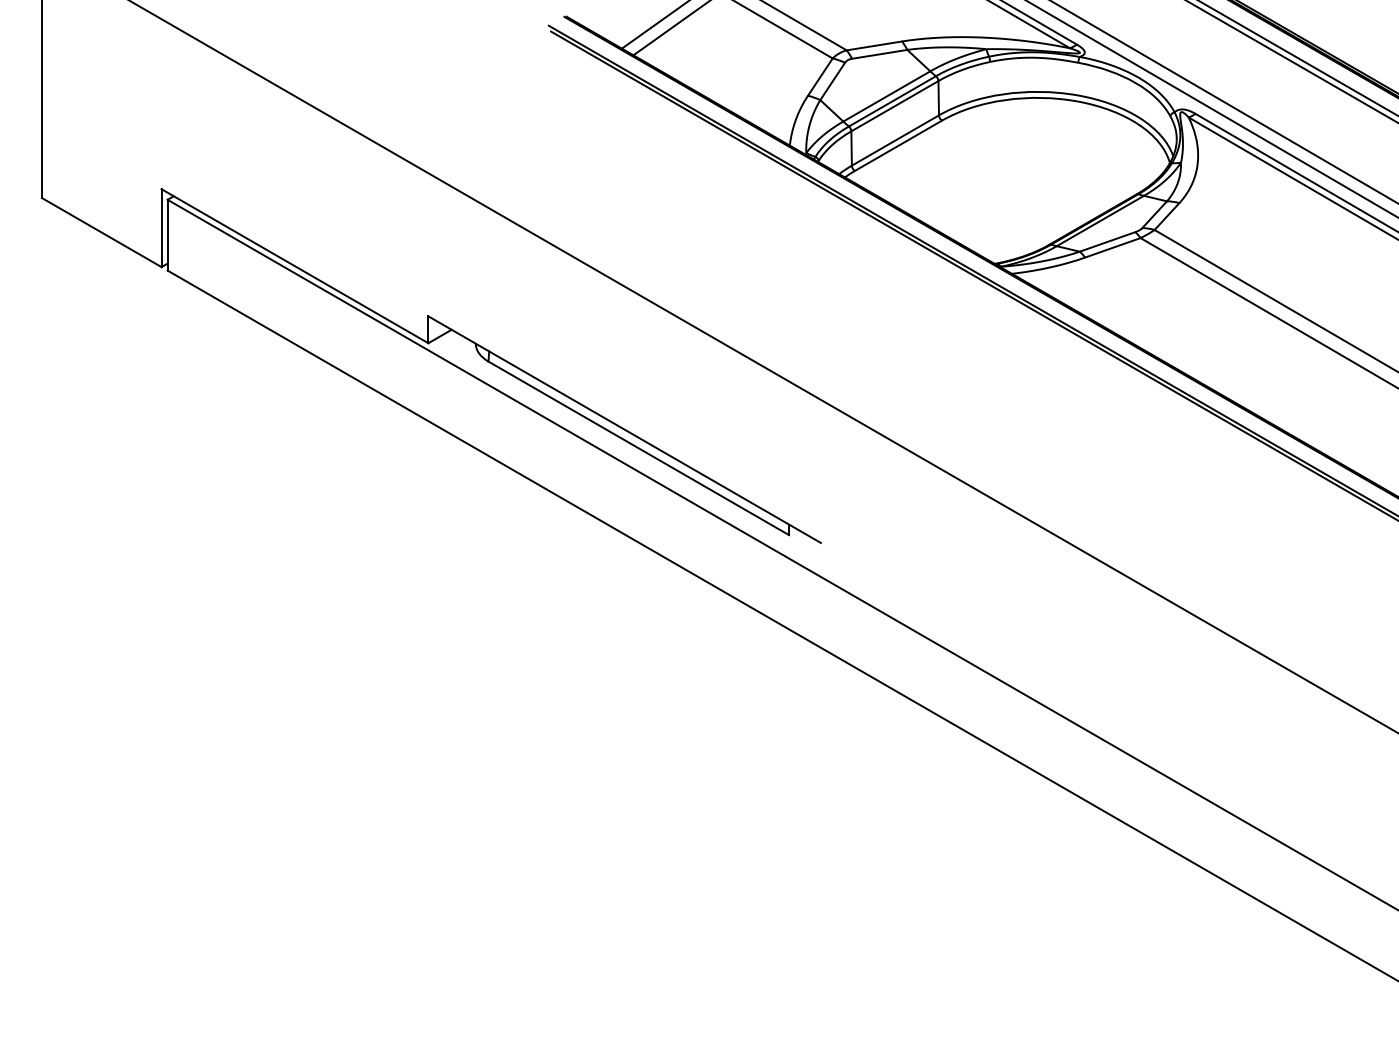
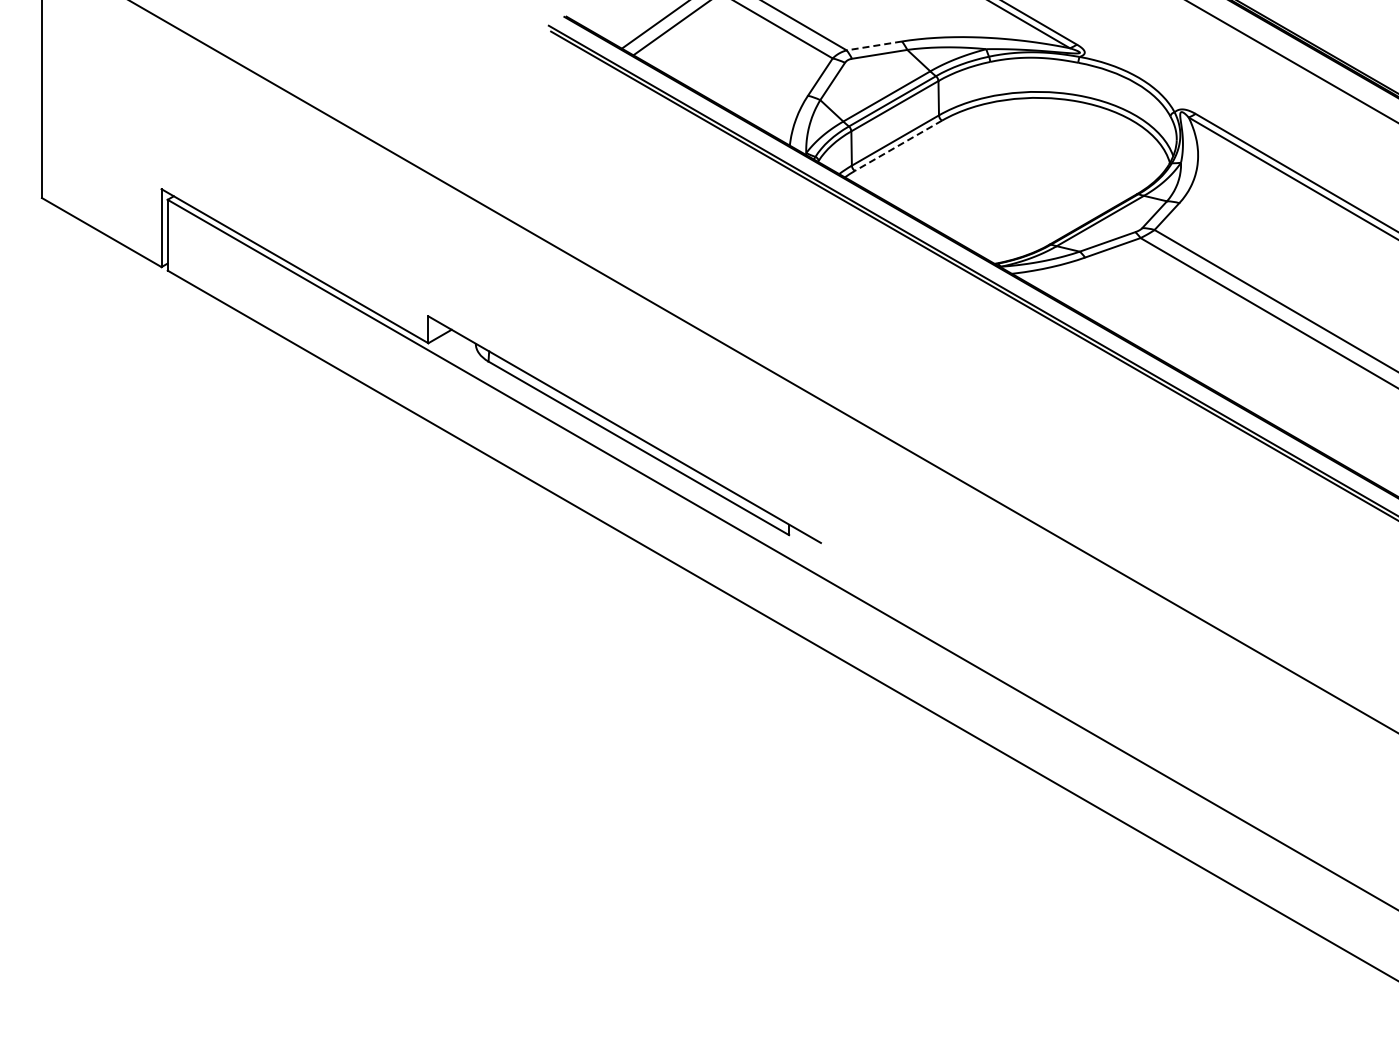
line at (874, 45): solid -> dashed
line at (1298, 58): present -> none
line at (1224, 101): present -> none
line at (1211, 108): present -> none
line at (898, 146): solid -> dashed
